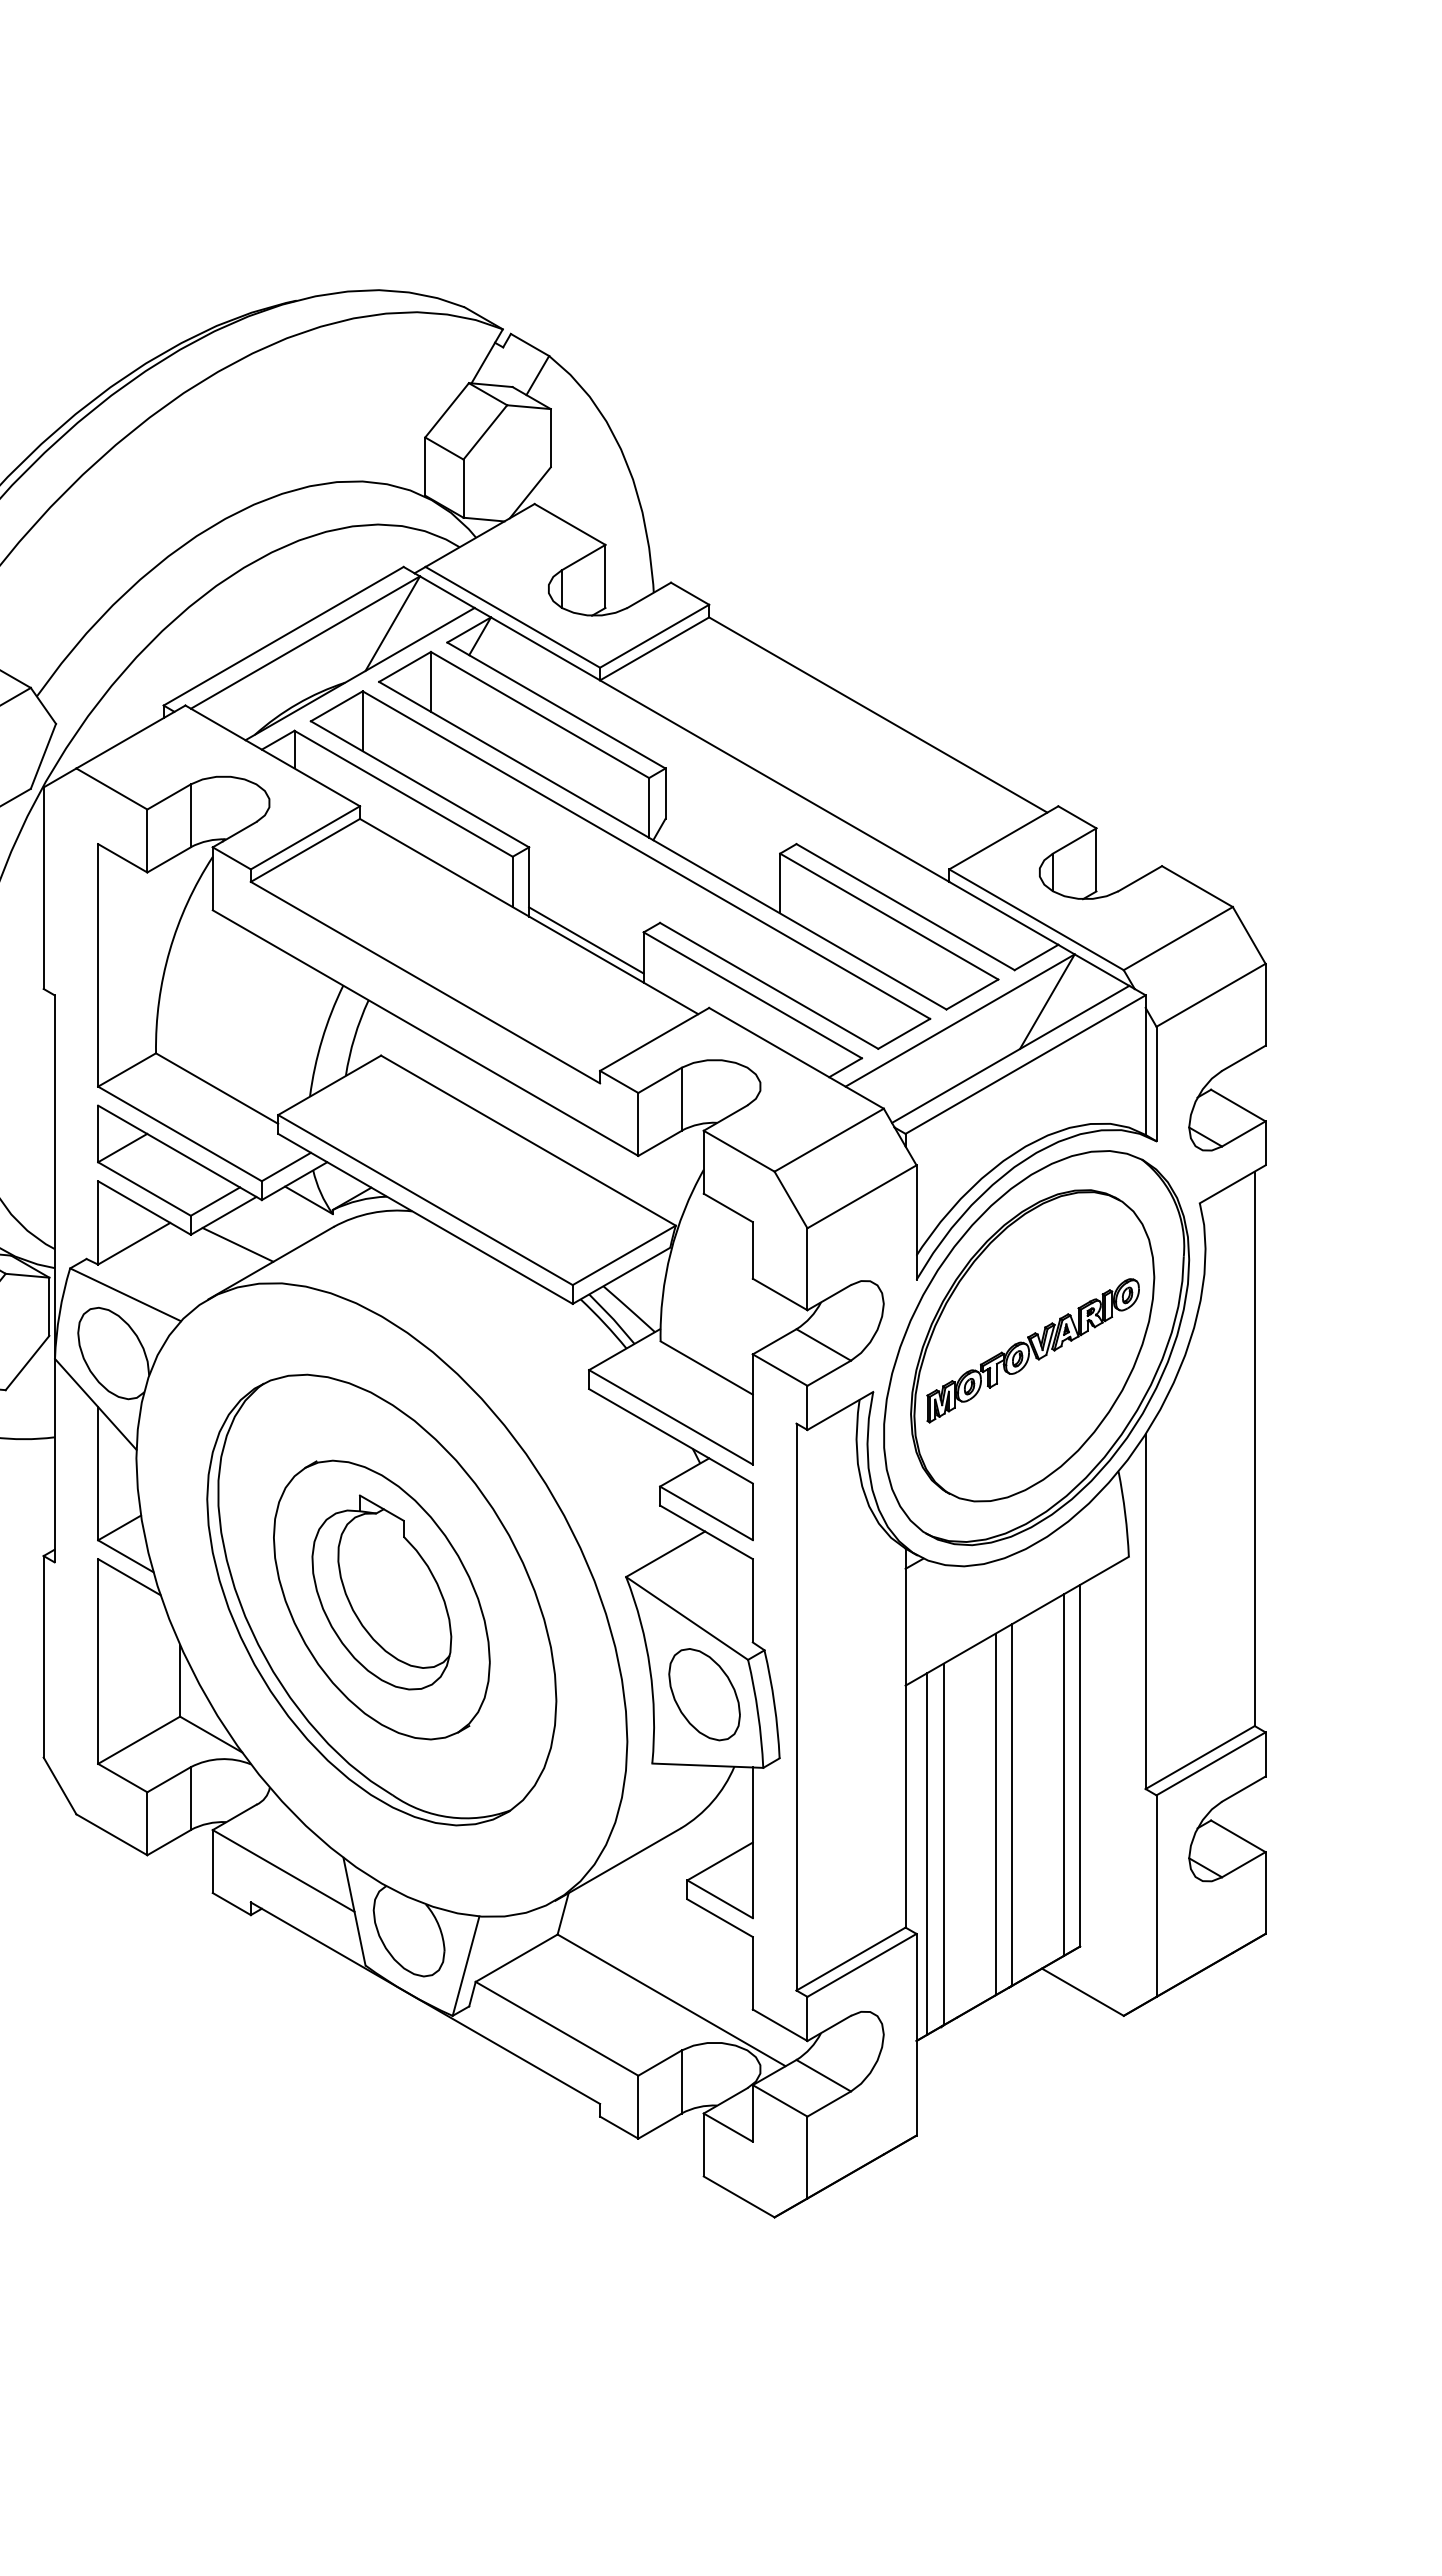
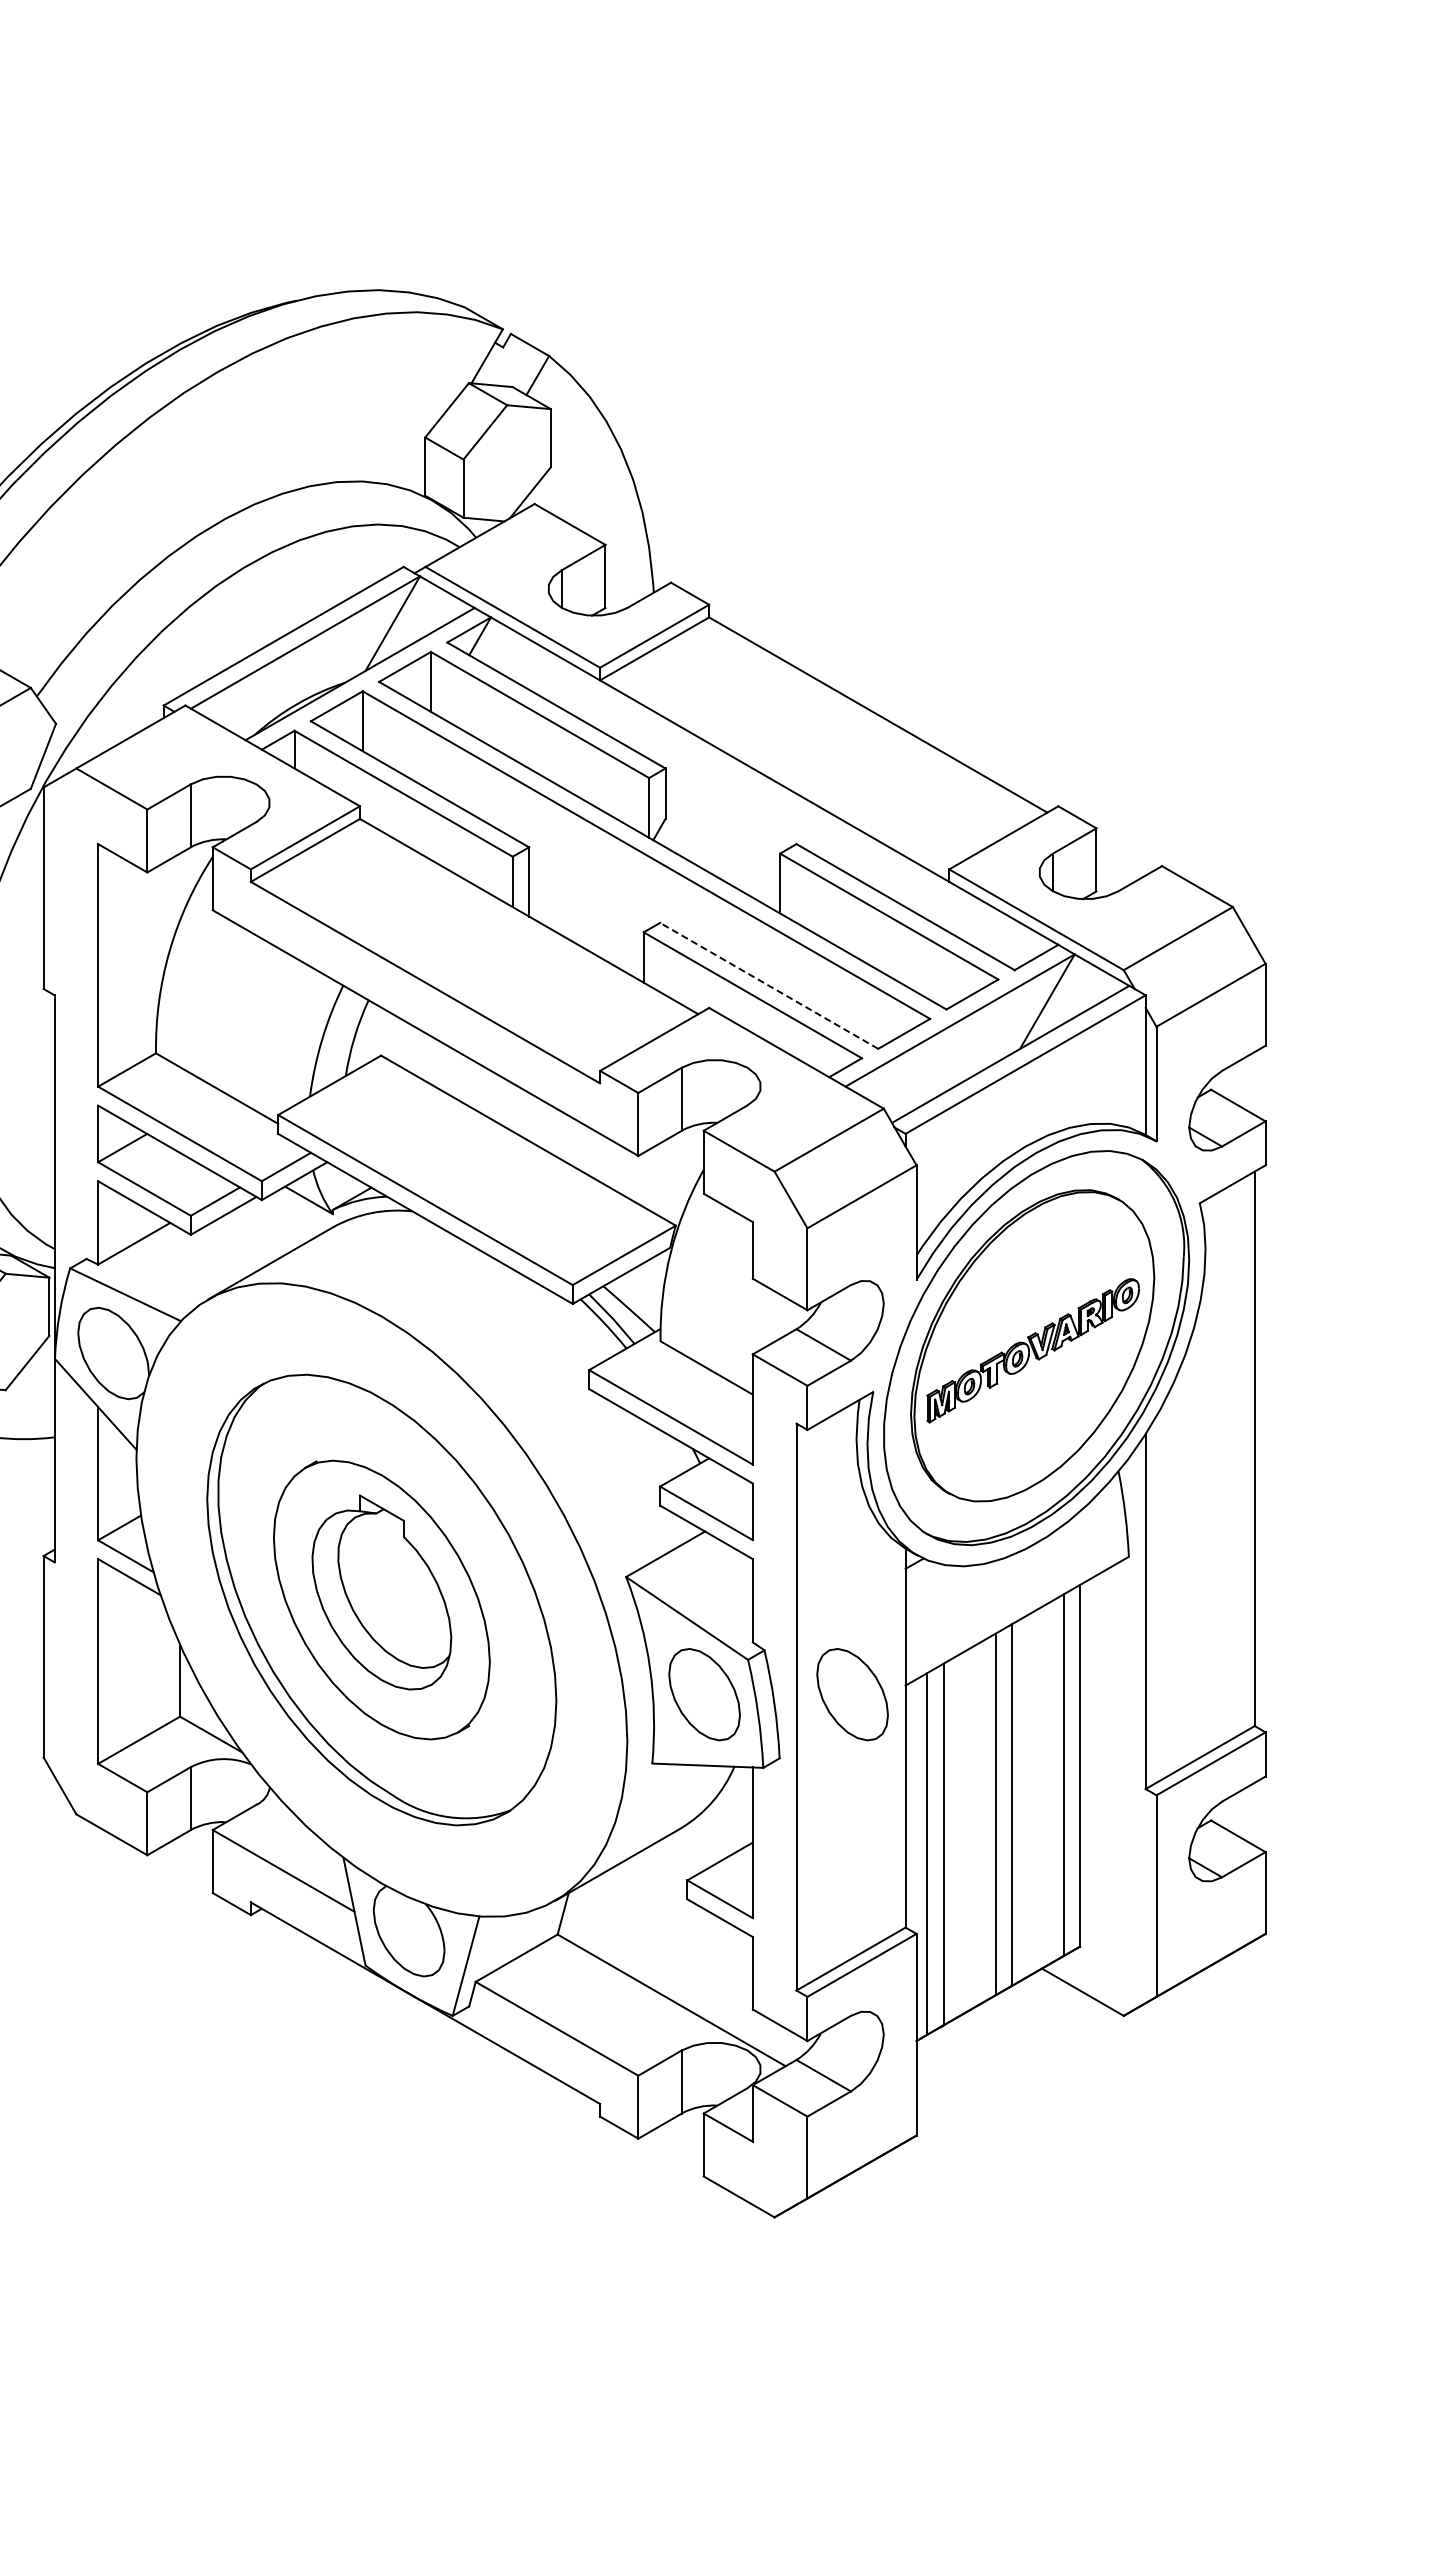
line at (586, 940): present -> none
line at (769, 985): solid -> dashed
line at (237, 1244): present -> none
part at (852, 1694): none -> present
